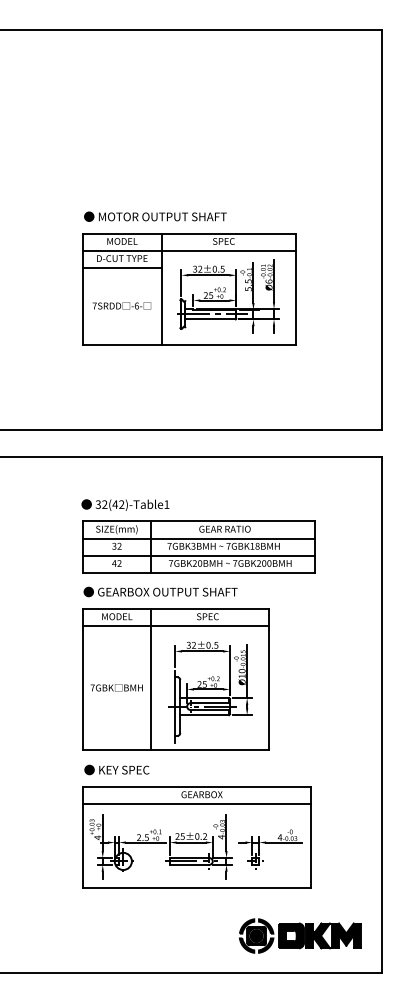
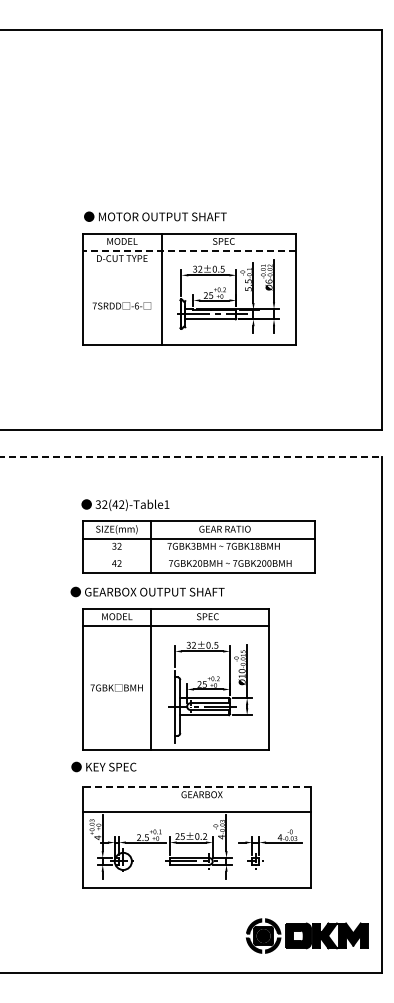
line at (188, 250): solid -> dashed
line at (121, 267): present -> none
line at (191, 456): solid -> dashed
line at (198, 555): present -> none
text at (160, 591) position: (160, 591) -> (147, 591)
text at (116, 769) position: (116, 769) -> (103, 766)
line at (196, 786): solid -> dashed
line at (196, 804) position: (196, 804) -> (196, 812)
part at (300, 935) position: (300, 935) -> (307, 935)
